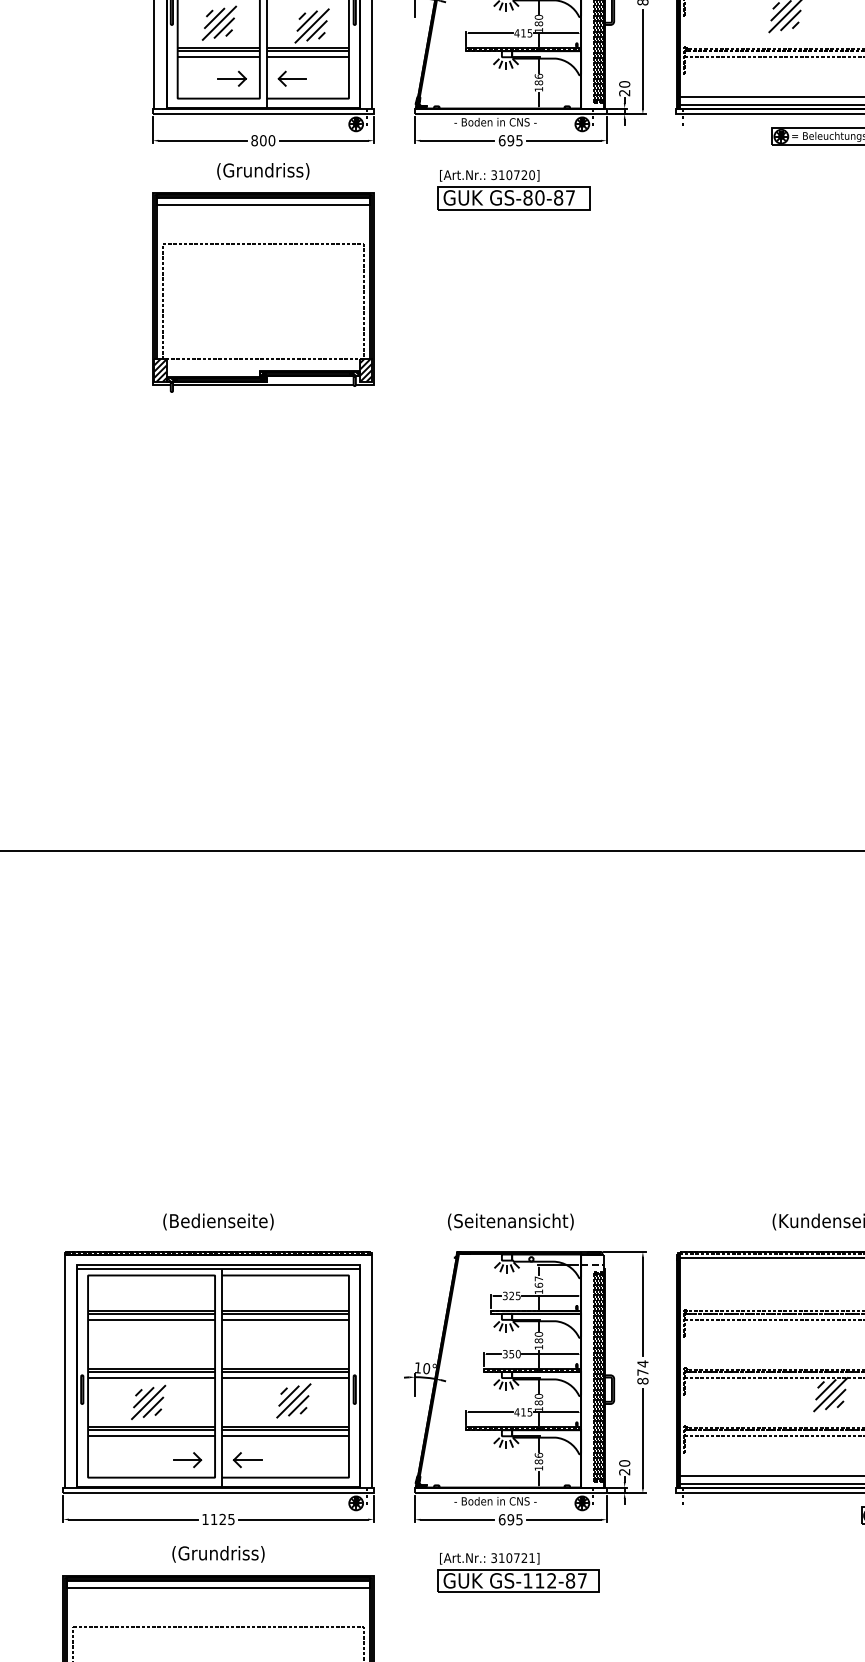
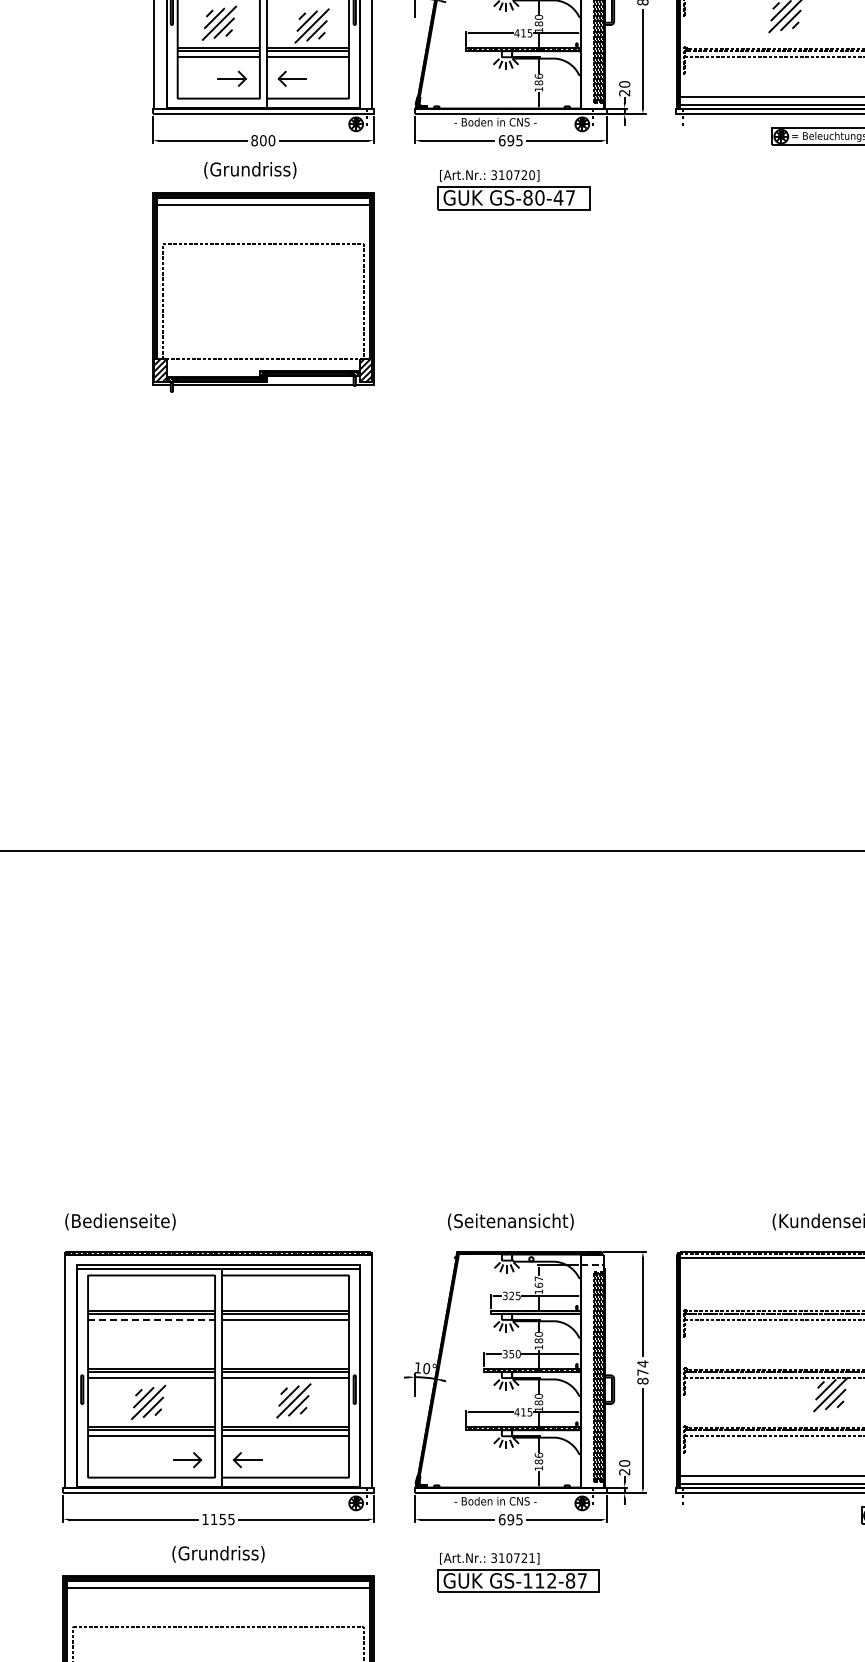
text at (263, 171) position: (263, 171) -> (250, 170)
text at (558, 197): GS-80-87 -> GS-80-47
text at (218, 1221) position: (218, 1221) -> (120, 1221)
line at (151, 1319): solid -> dashed
text at (222, 1519): 1125 -> 1155
